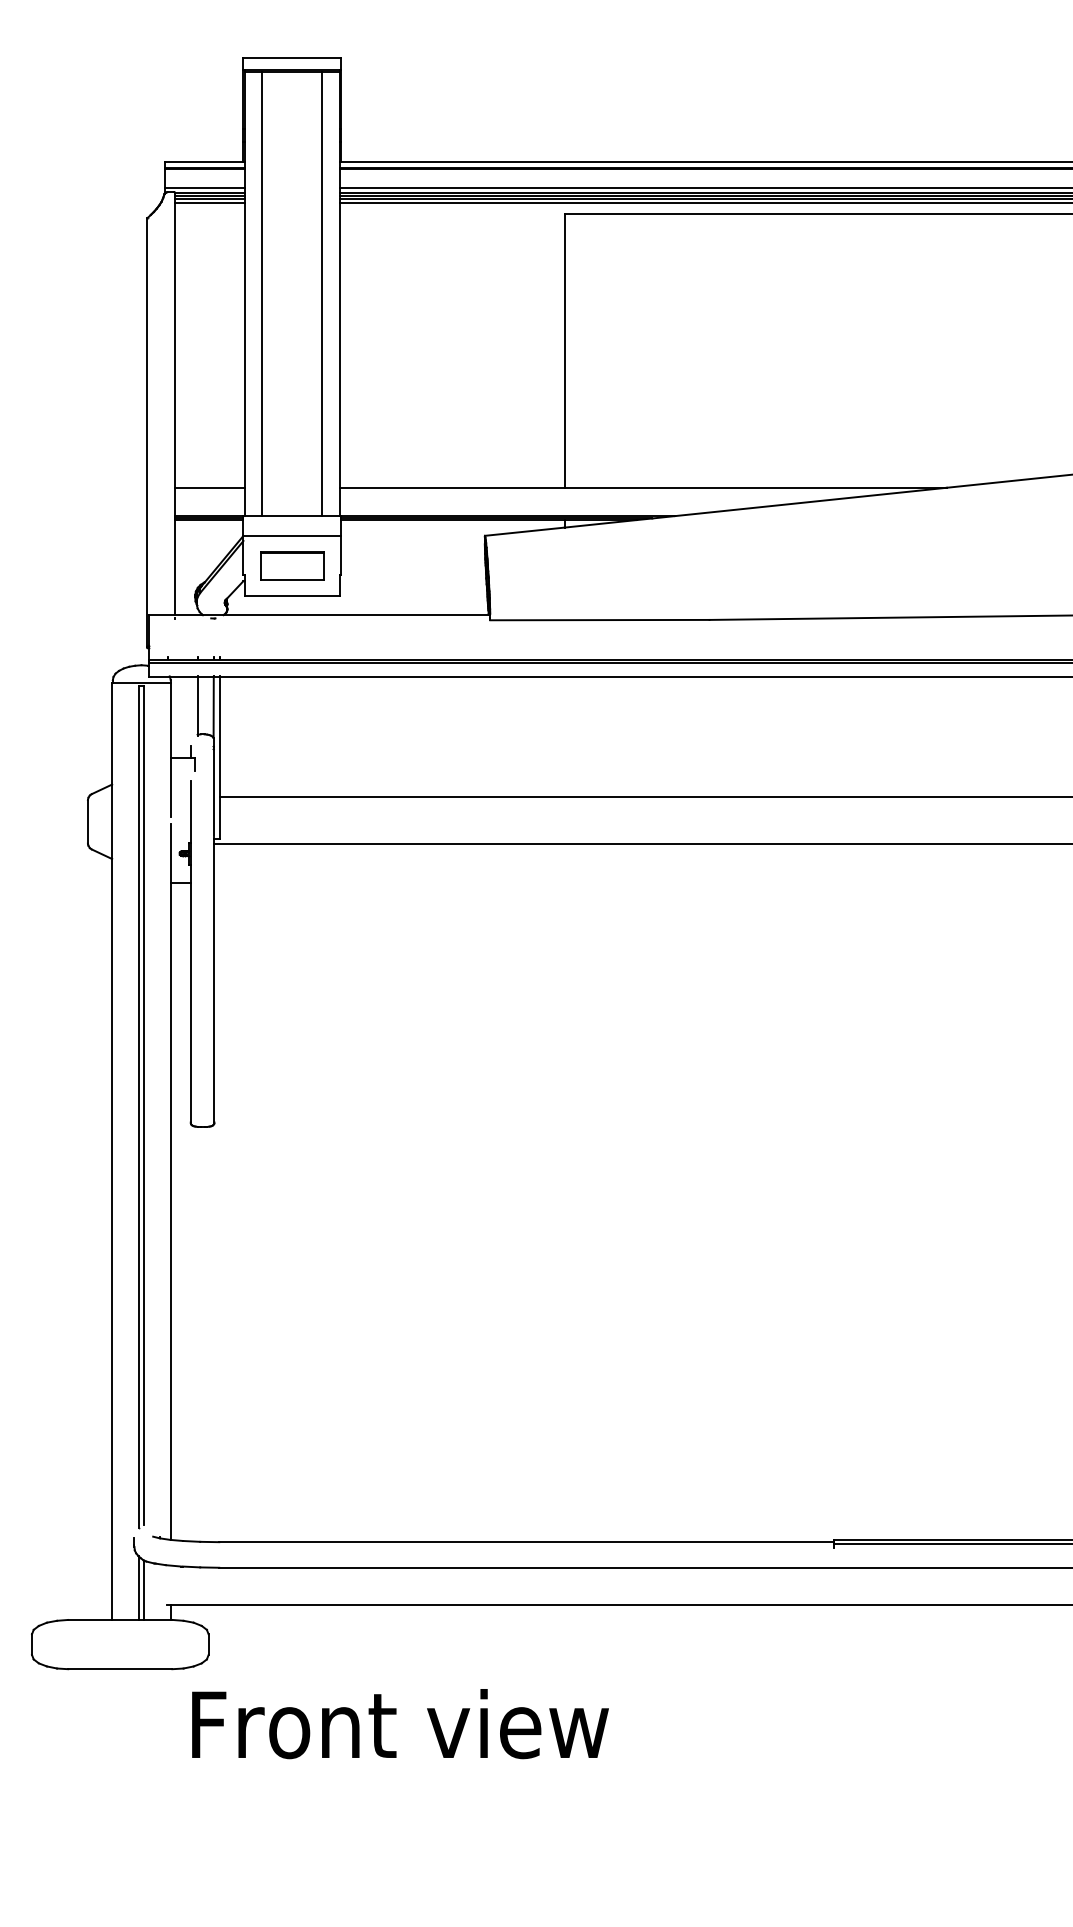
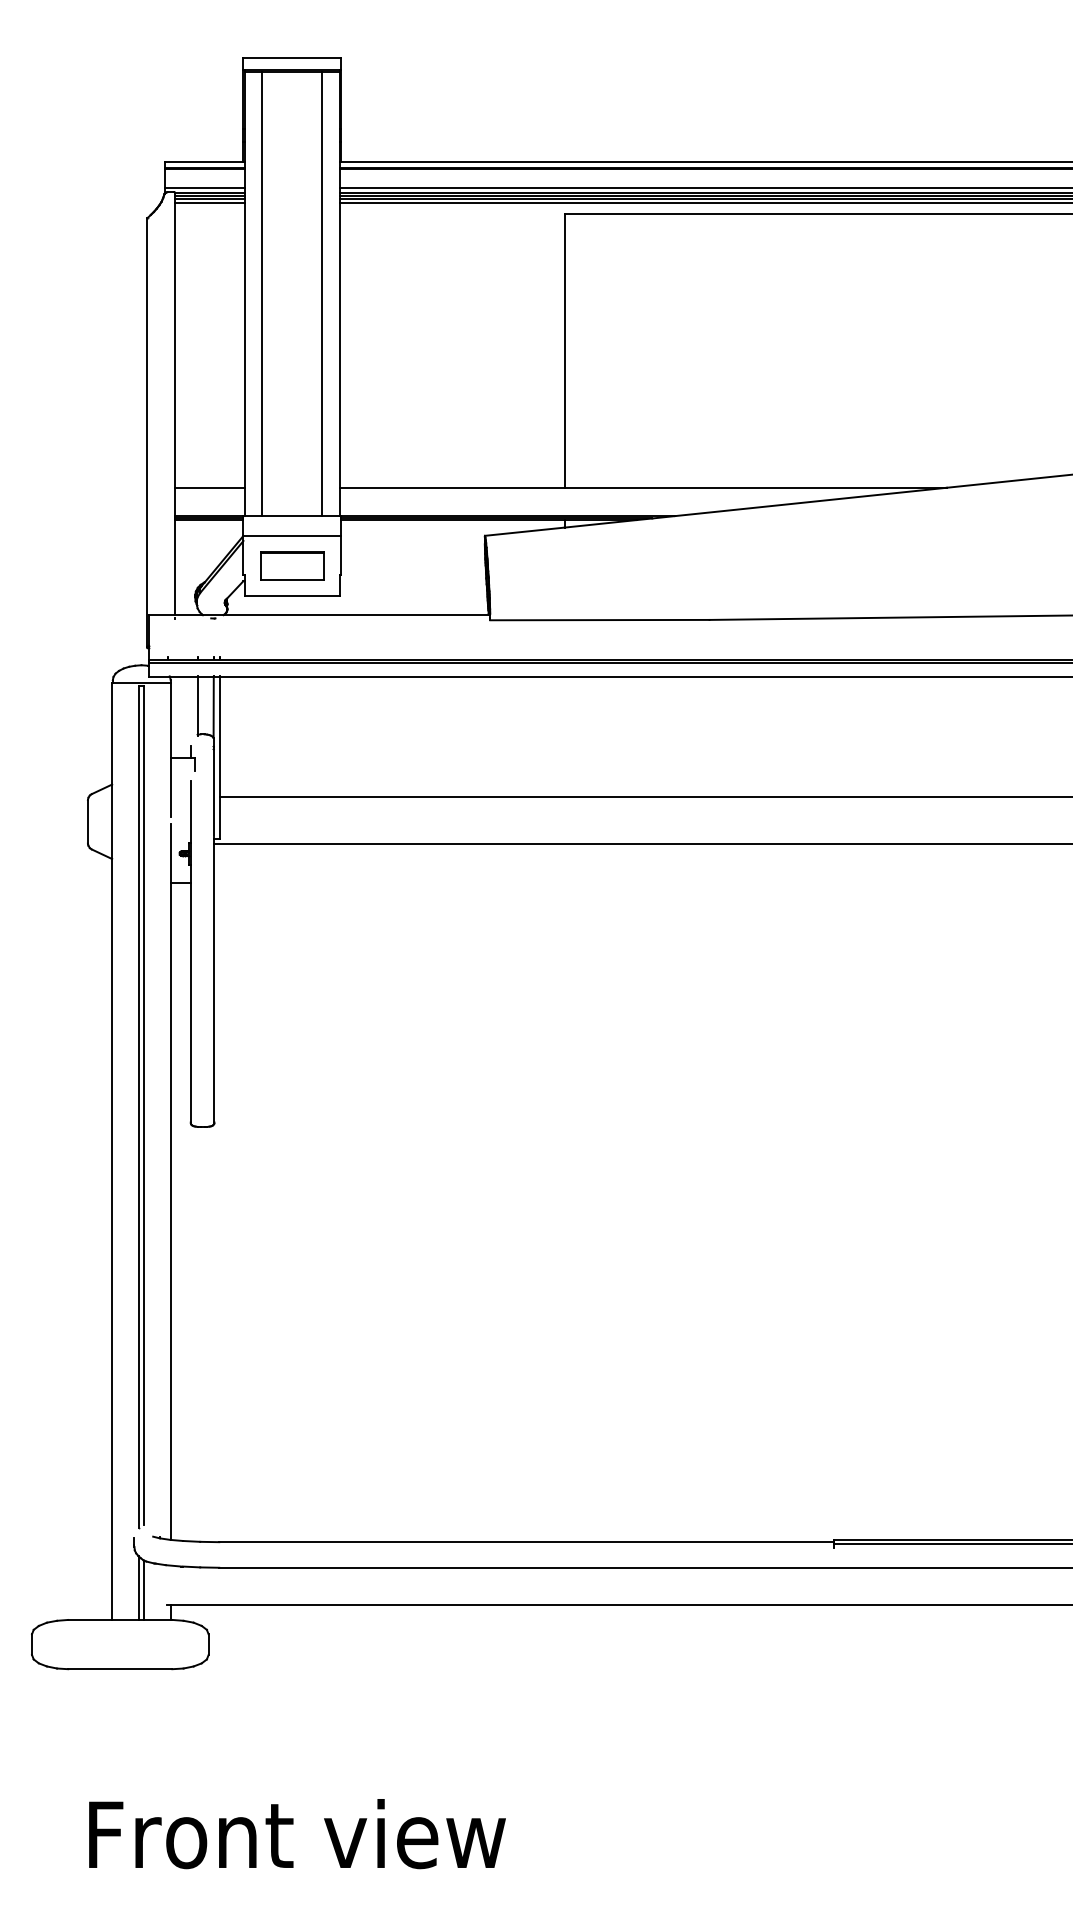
text at (400, 1724) position: (400, 1724) -> (297, 1834)
